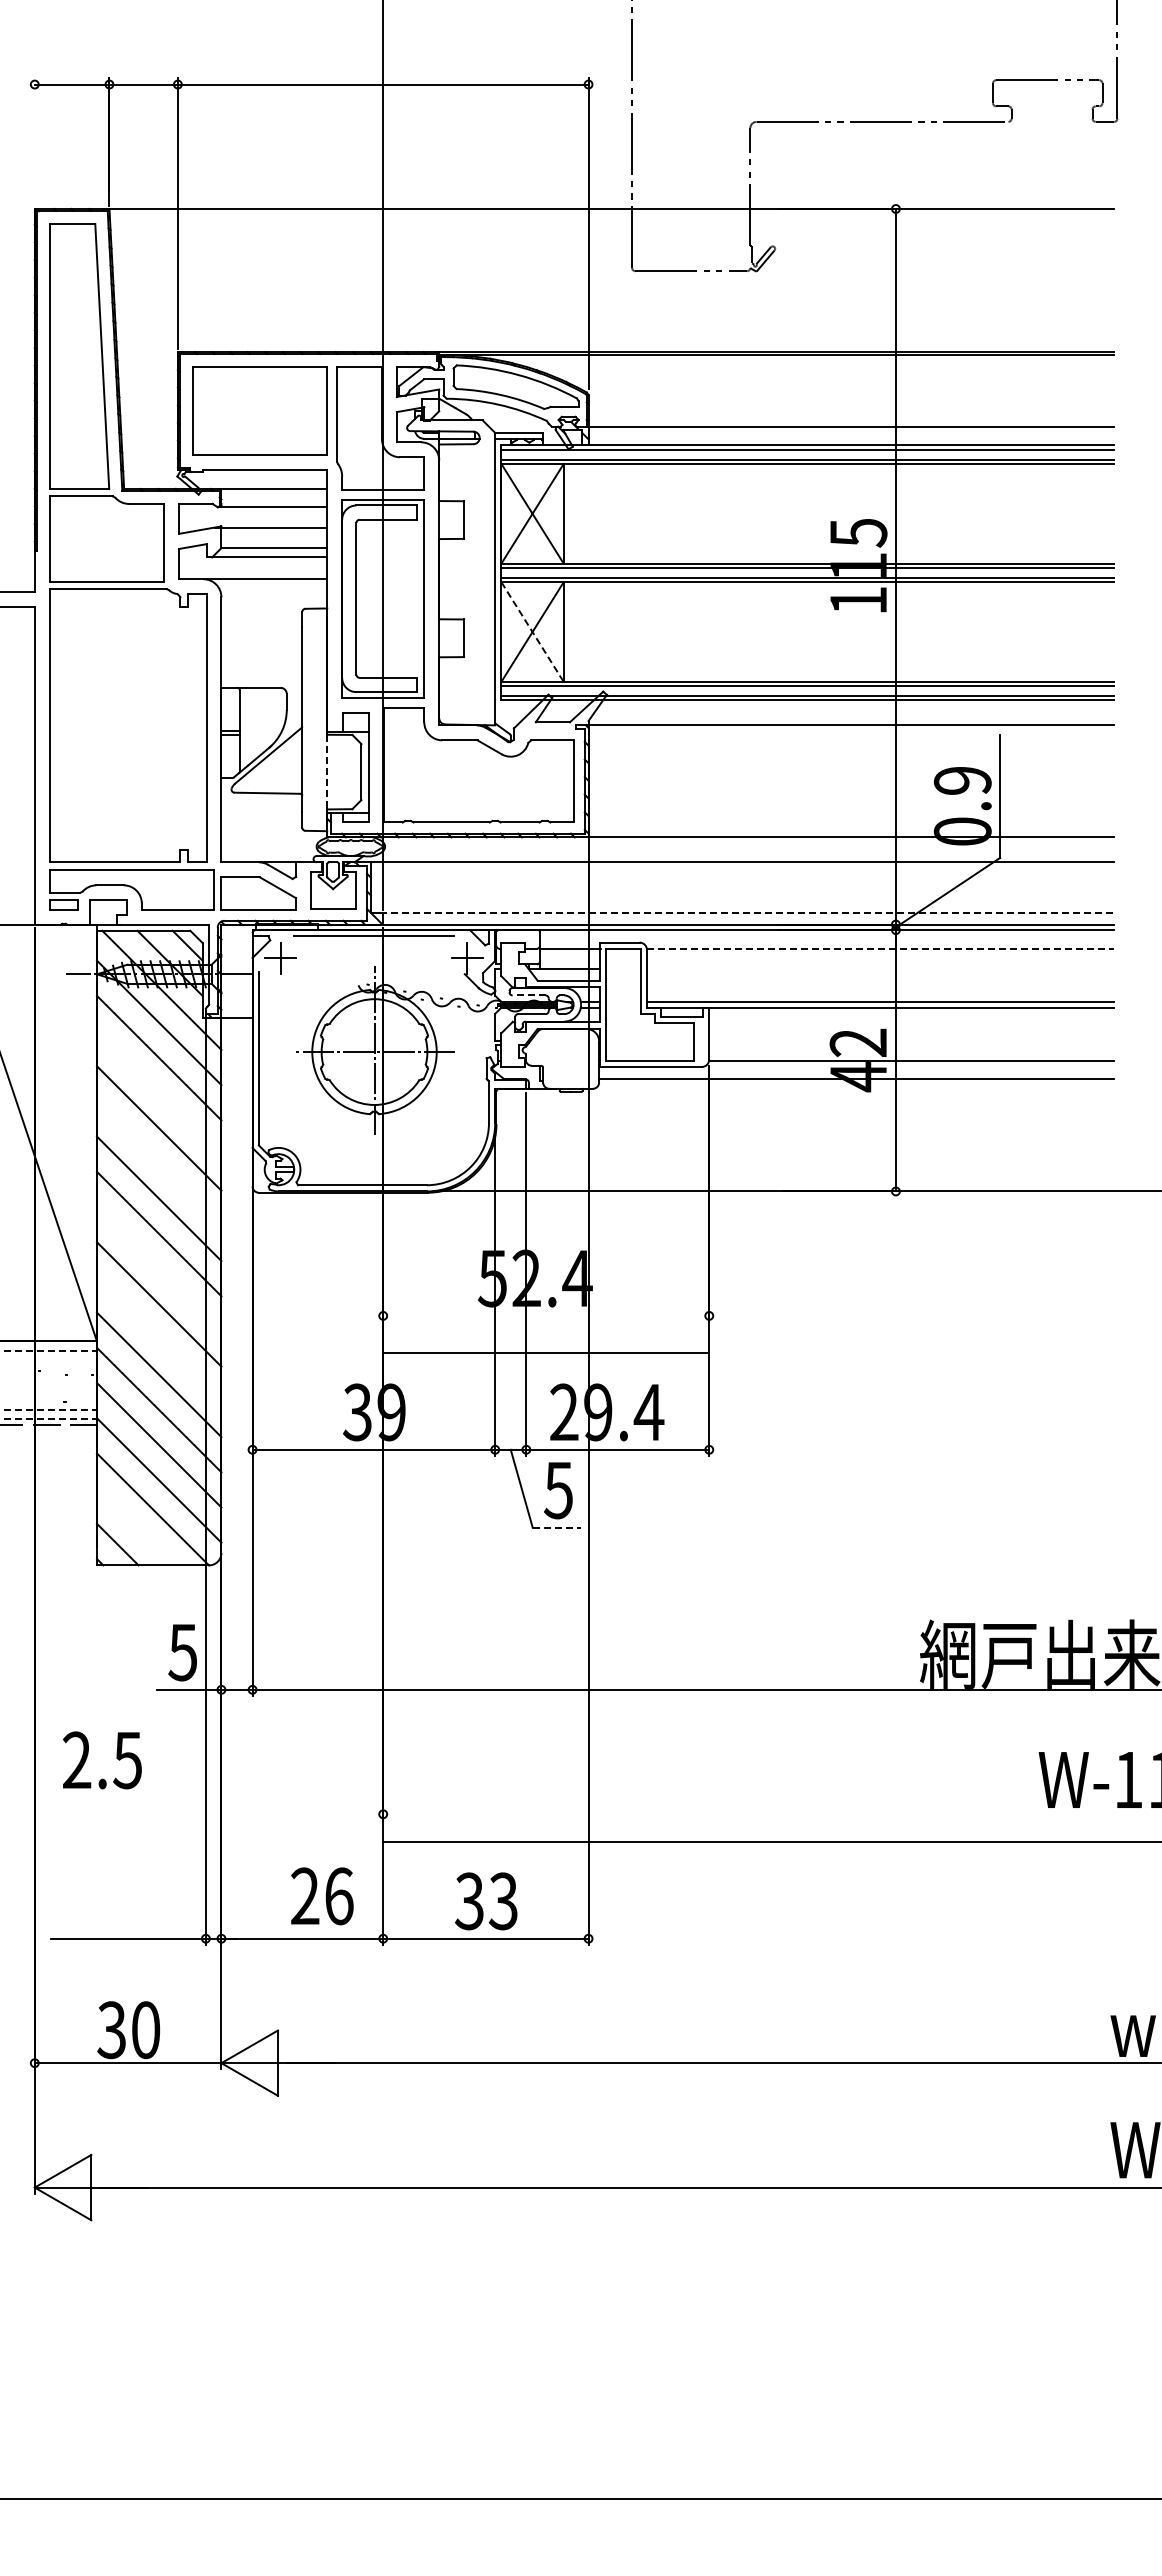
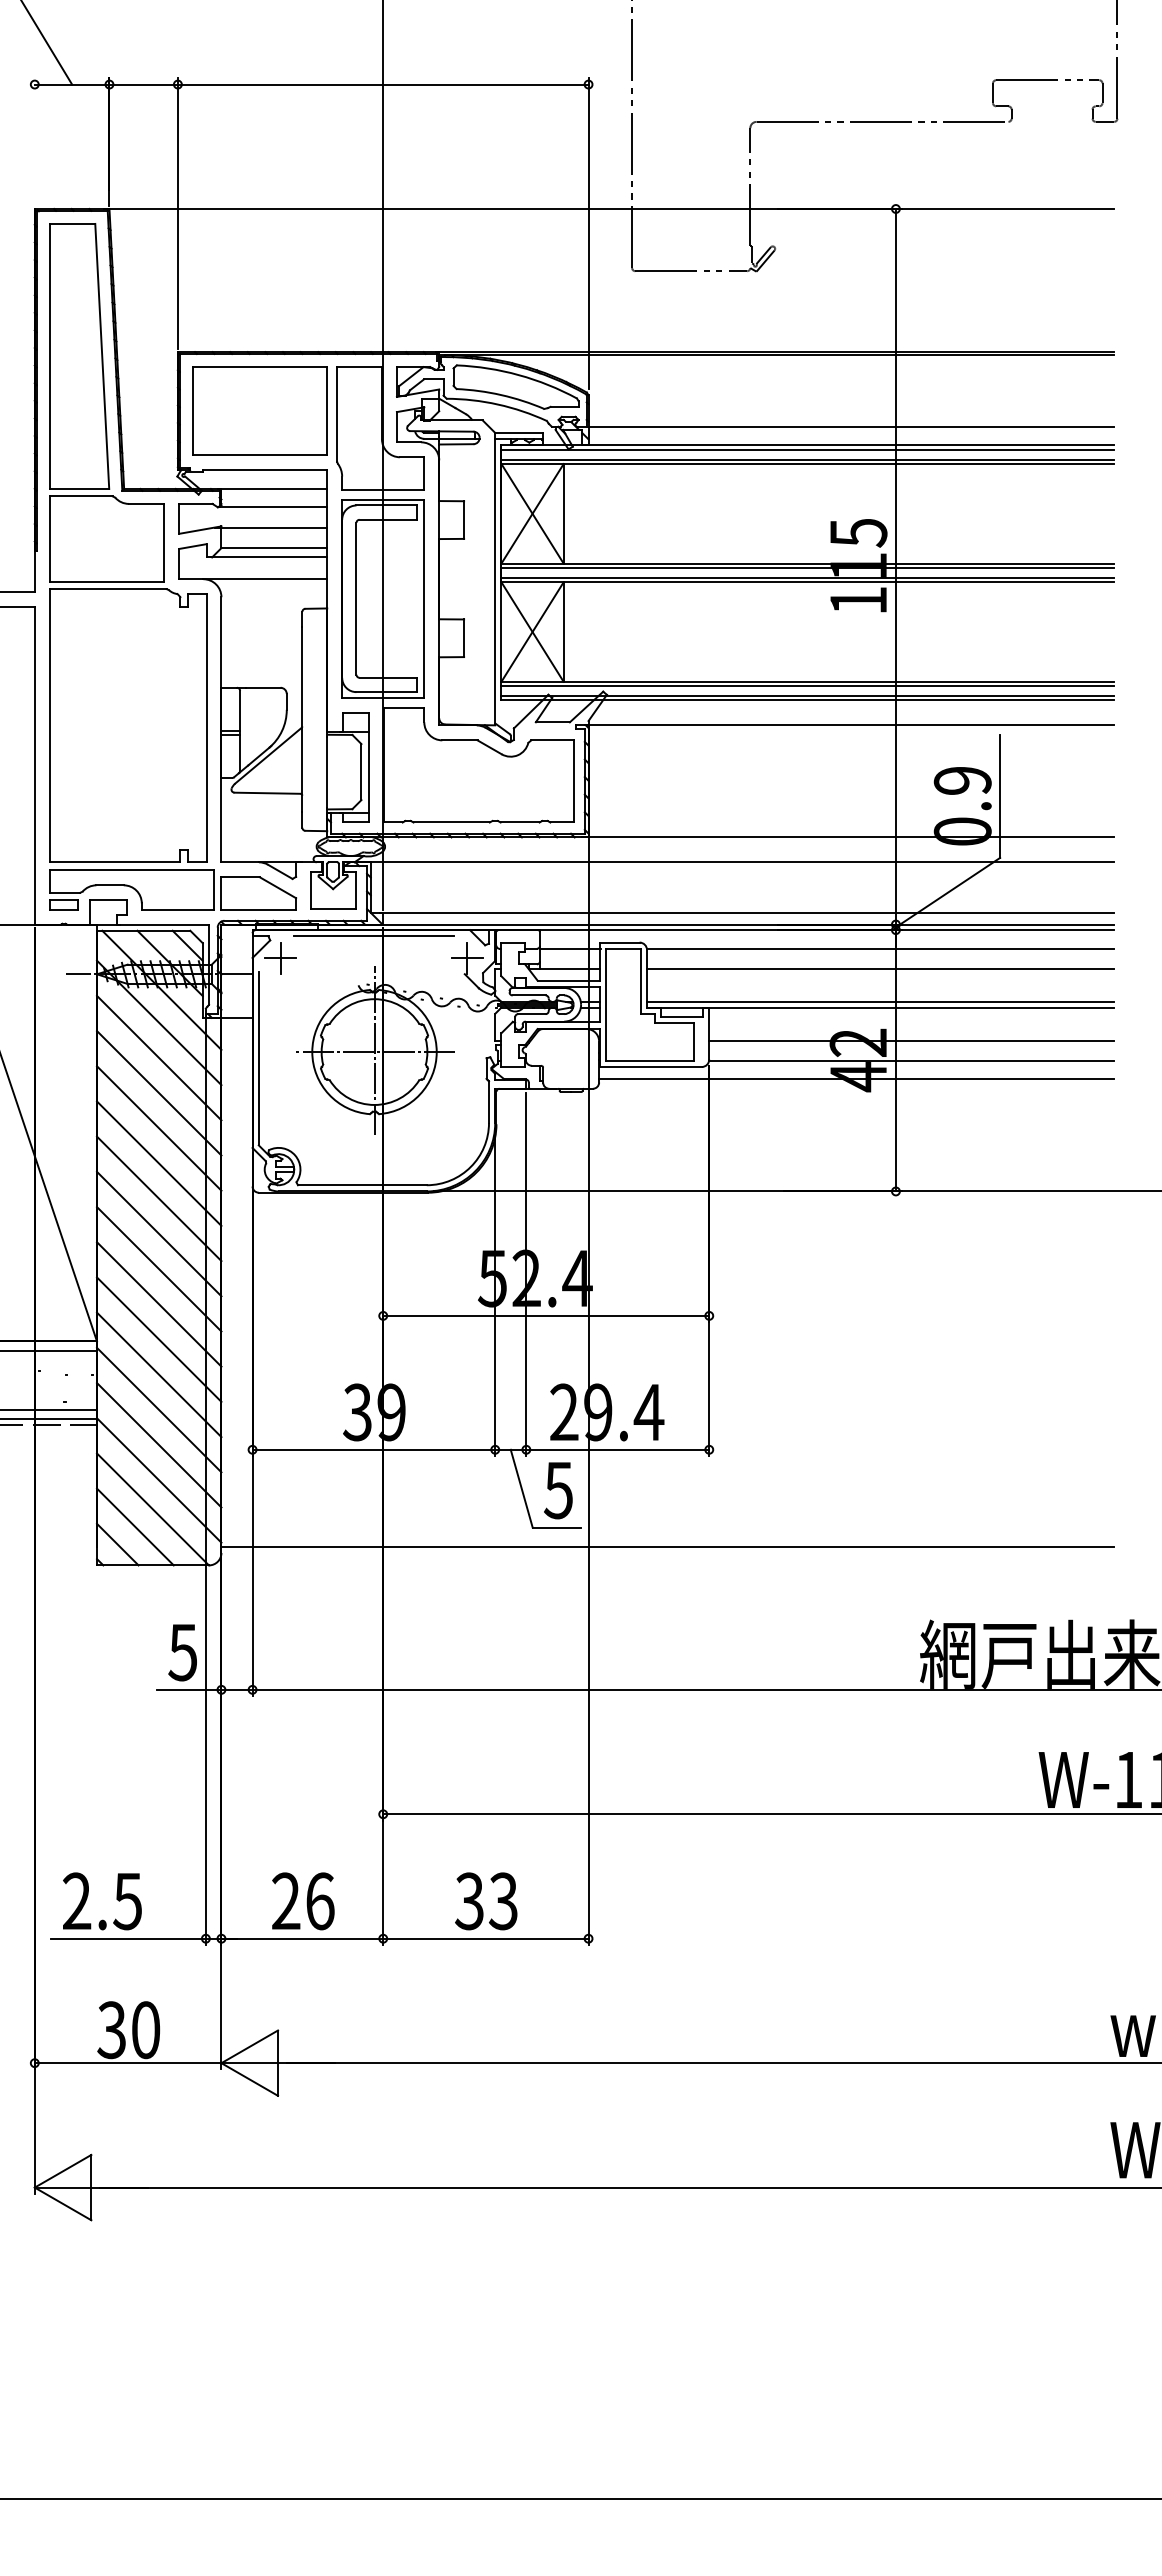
line at (47, 43): none -> present
line at (532, 632): dashed -> solid
line at (327, 771): dashed -> solid
line at (747, 913): dashed -> solid
line at (880, 948): dashed -> solid
line at (880, 969): none -> present
line at (528, 995): dashed -> solid
line at (911, 1040): none -> present
line at (159, 1093): none -> present
line at (159, 1163): none -> present
line at (159, 1269): none -> present
line at (159, 1339): none -> present
line at (49, 1350): dashed -> solid
line at (546, 1352) position: (546, 1352) -> (546, 1315)
line at (49, 1409): dashed -> solid
line at (49, 1419): dashed -> solid
line at (135, 1526): none -> present
line at (557, 1527): dashed -> solid
line at (667, 1547): none -> present
text at (102, 1760) position: (102, 1760) -> (102, 1901)
line at (770, 1842) position: (770, 1842) -> (770, 1814)
text at (322, 1896) position: (322, 1896) -> (303, 1901)
